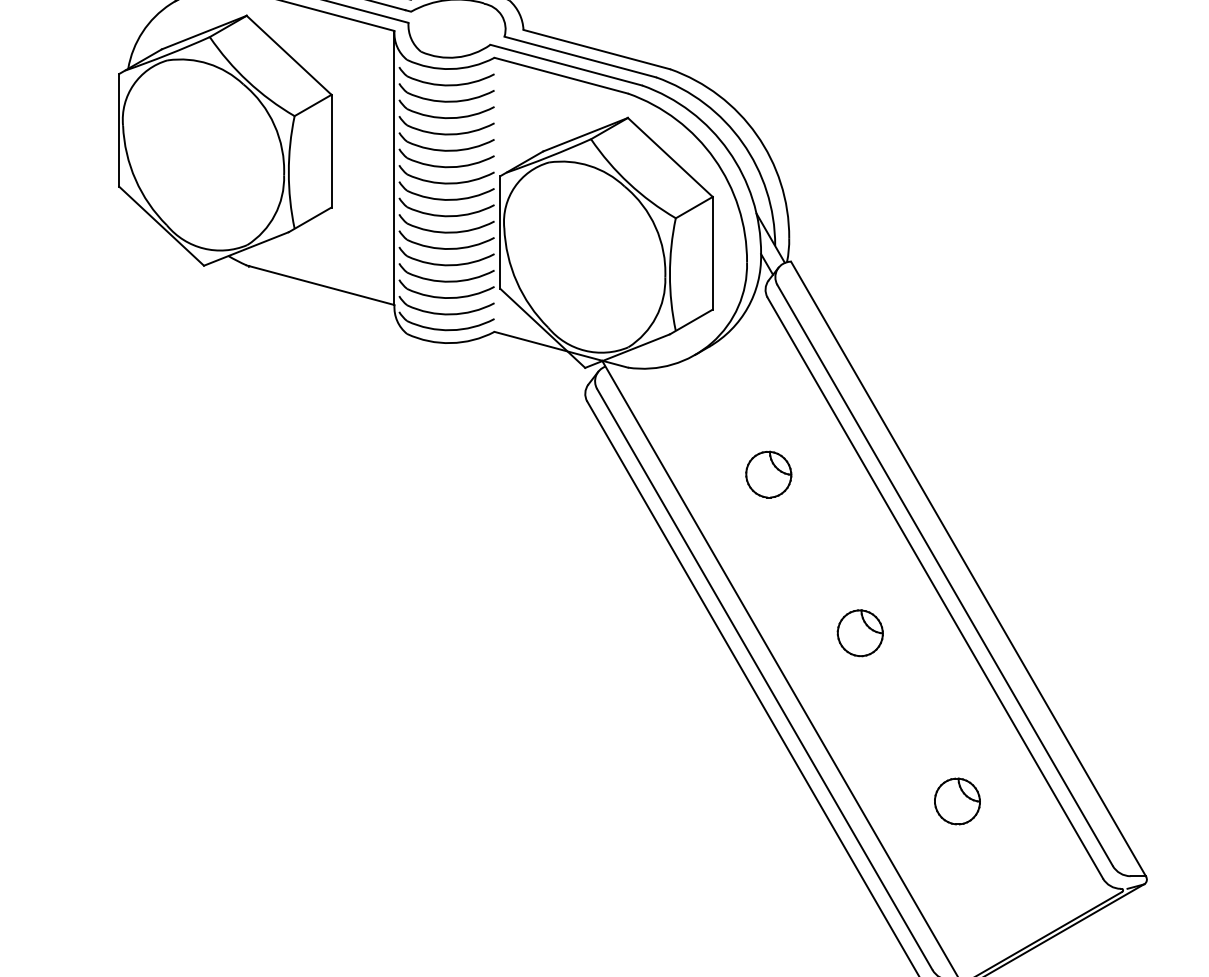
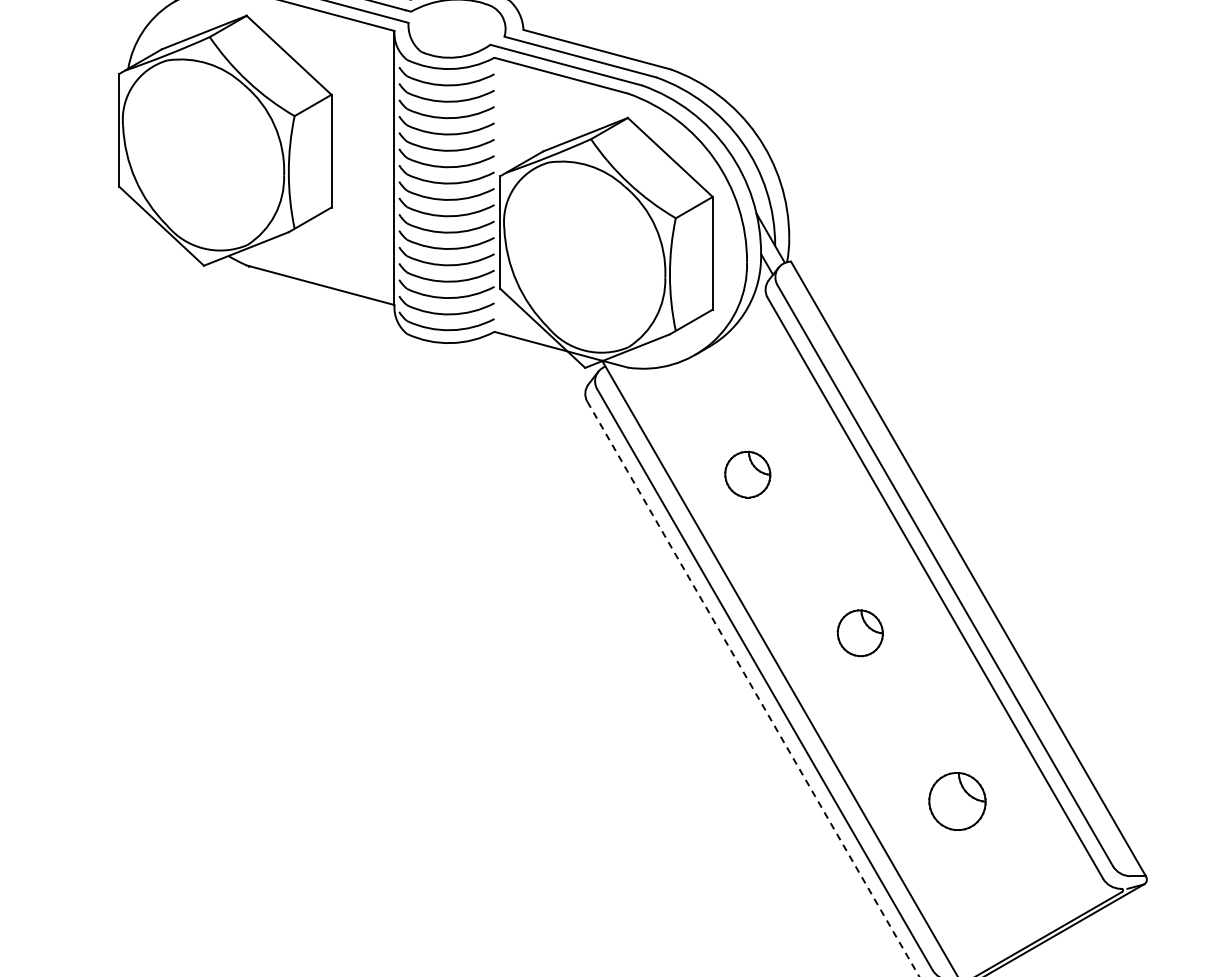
part at (768, 474) position: (768, 474) -> (747, 474)
line at (753, 689): solid -> dashed
part at (957, 801) size: 47x49 px -> 59x59 px
